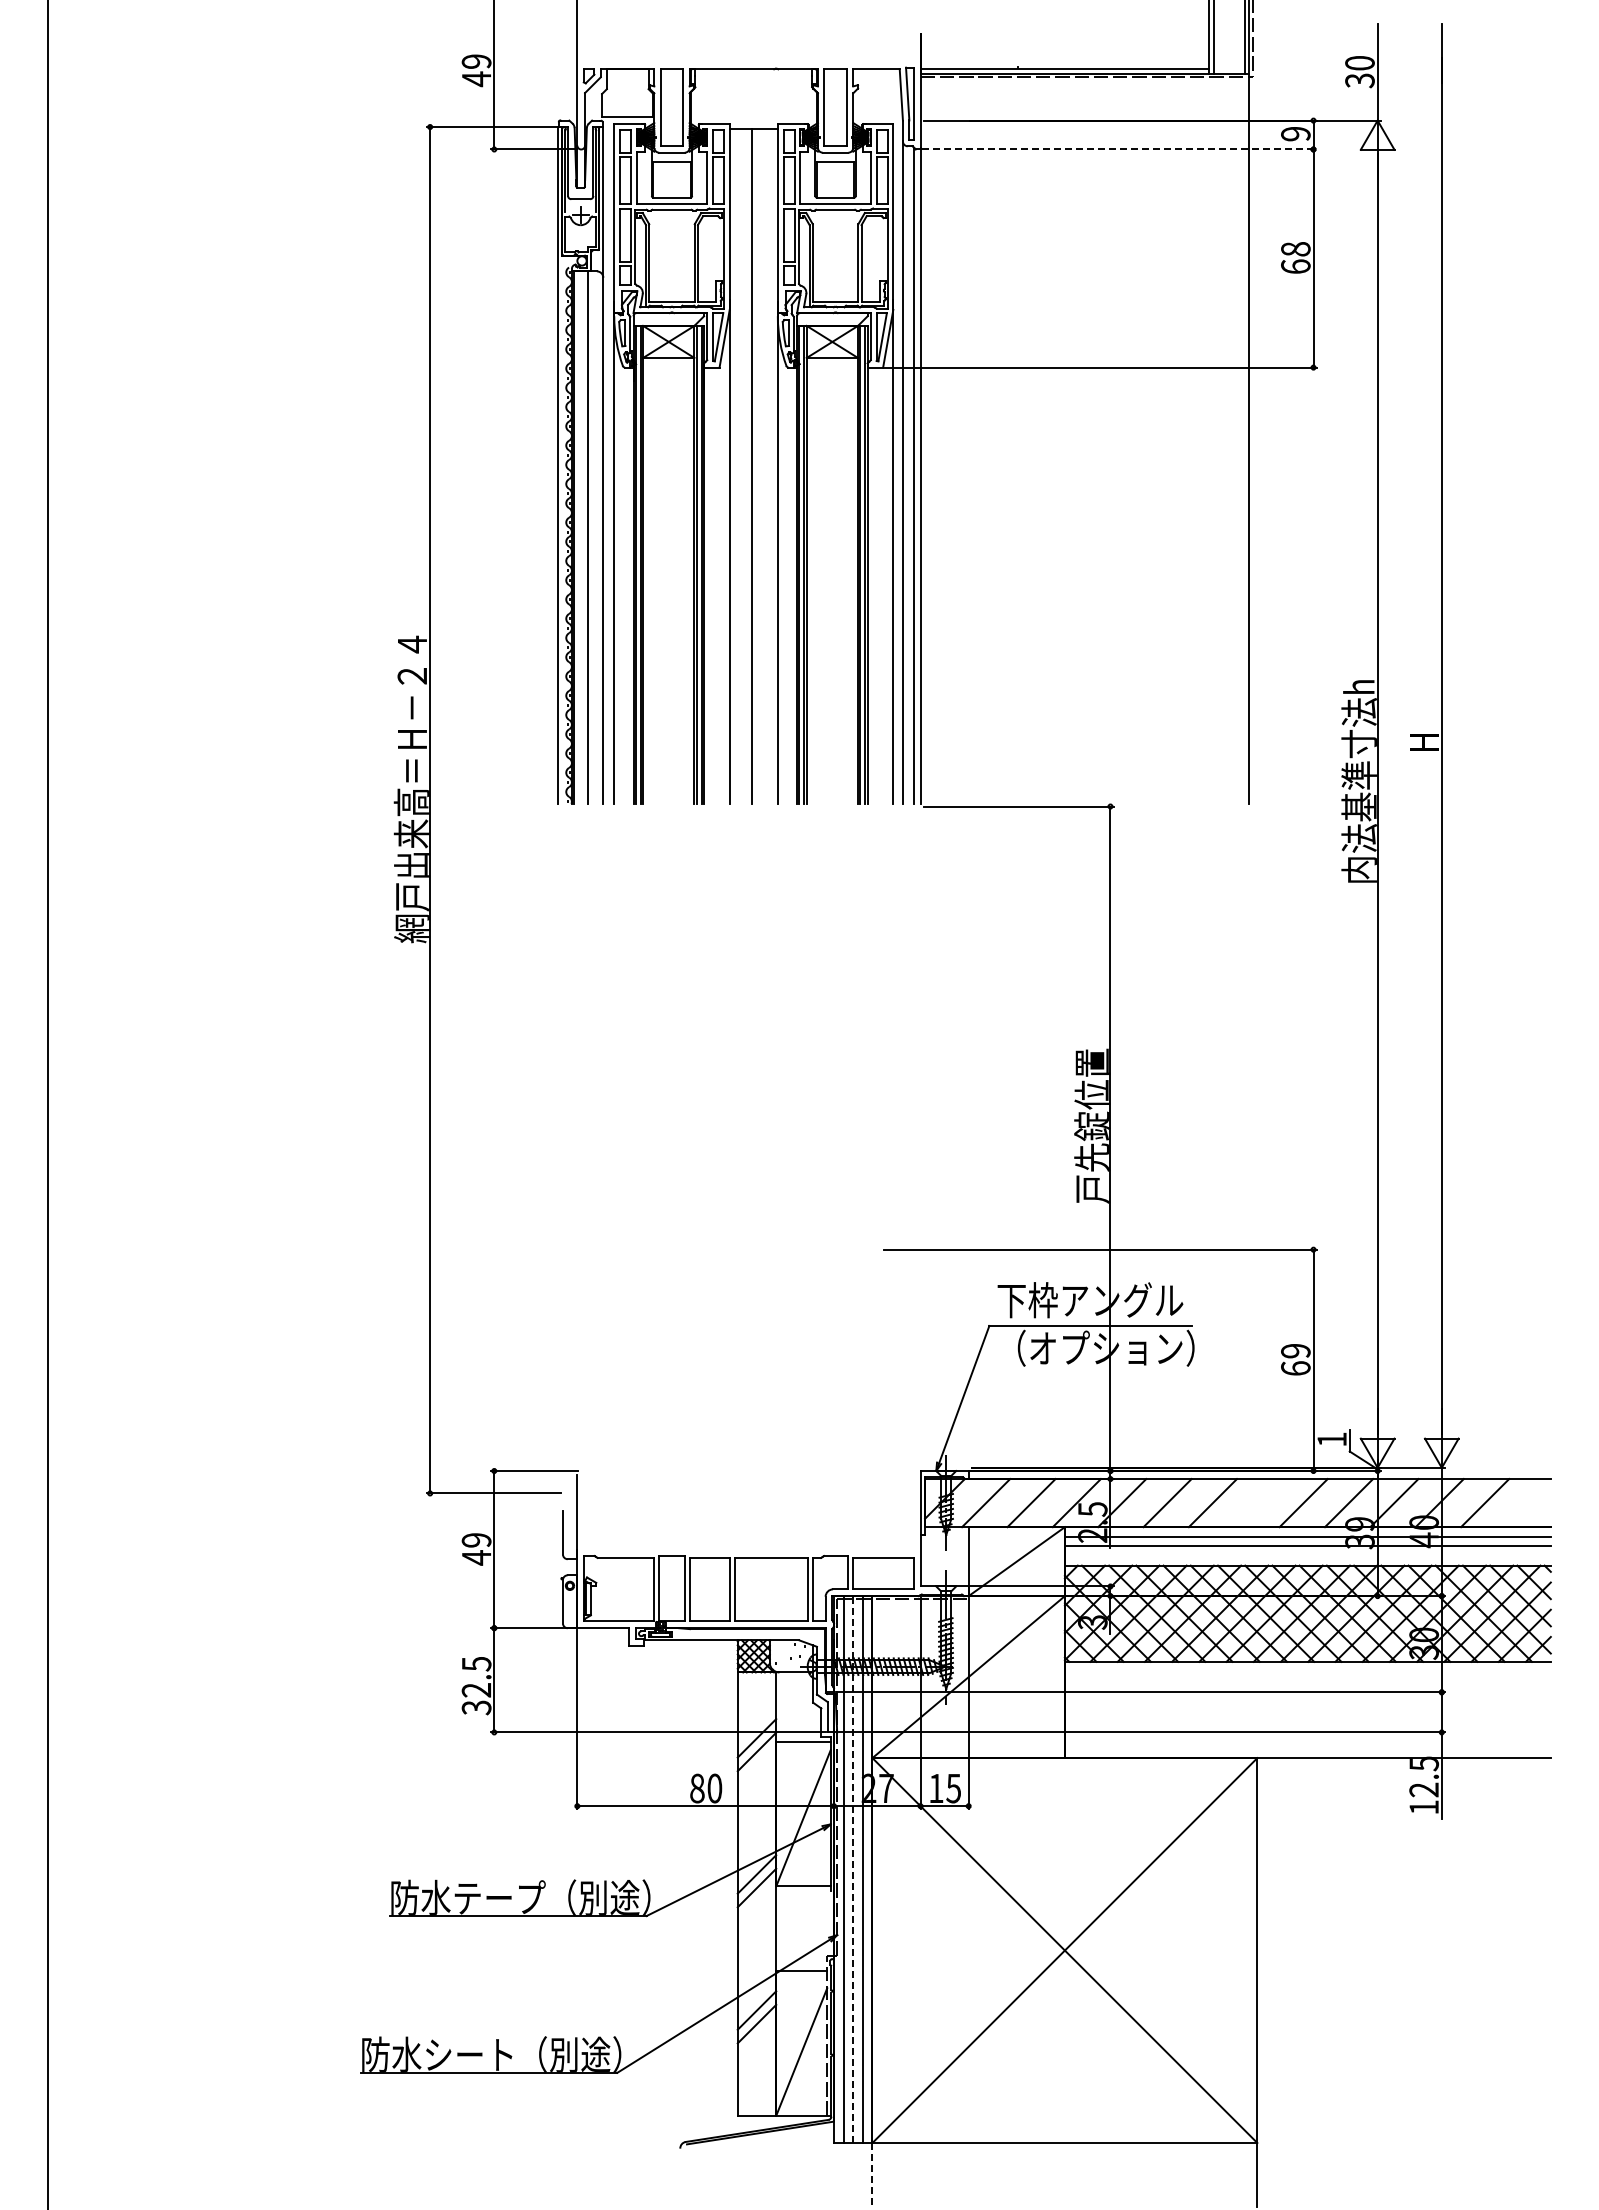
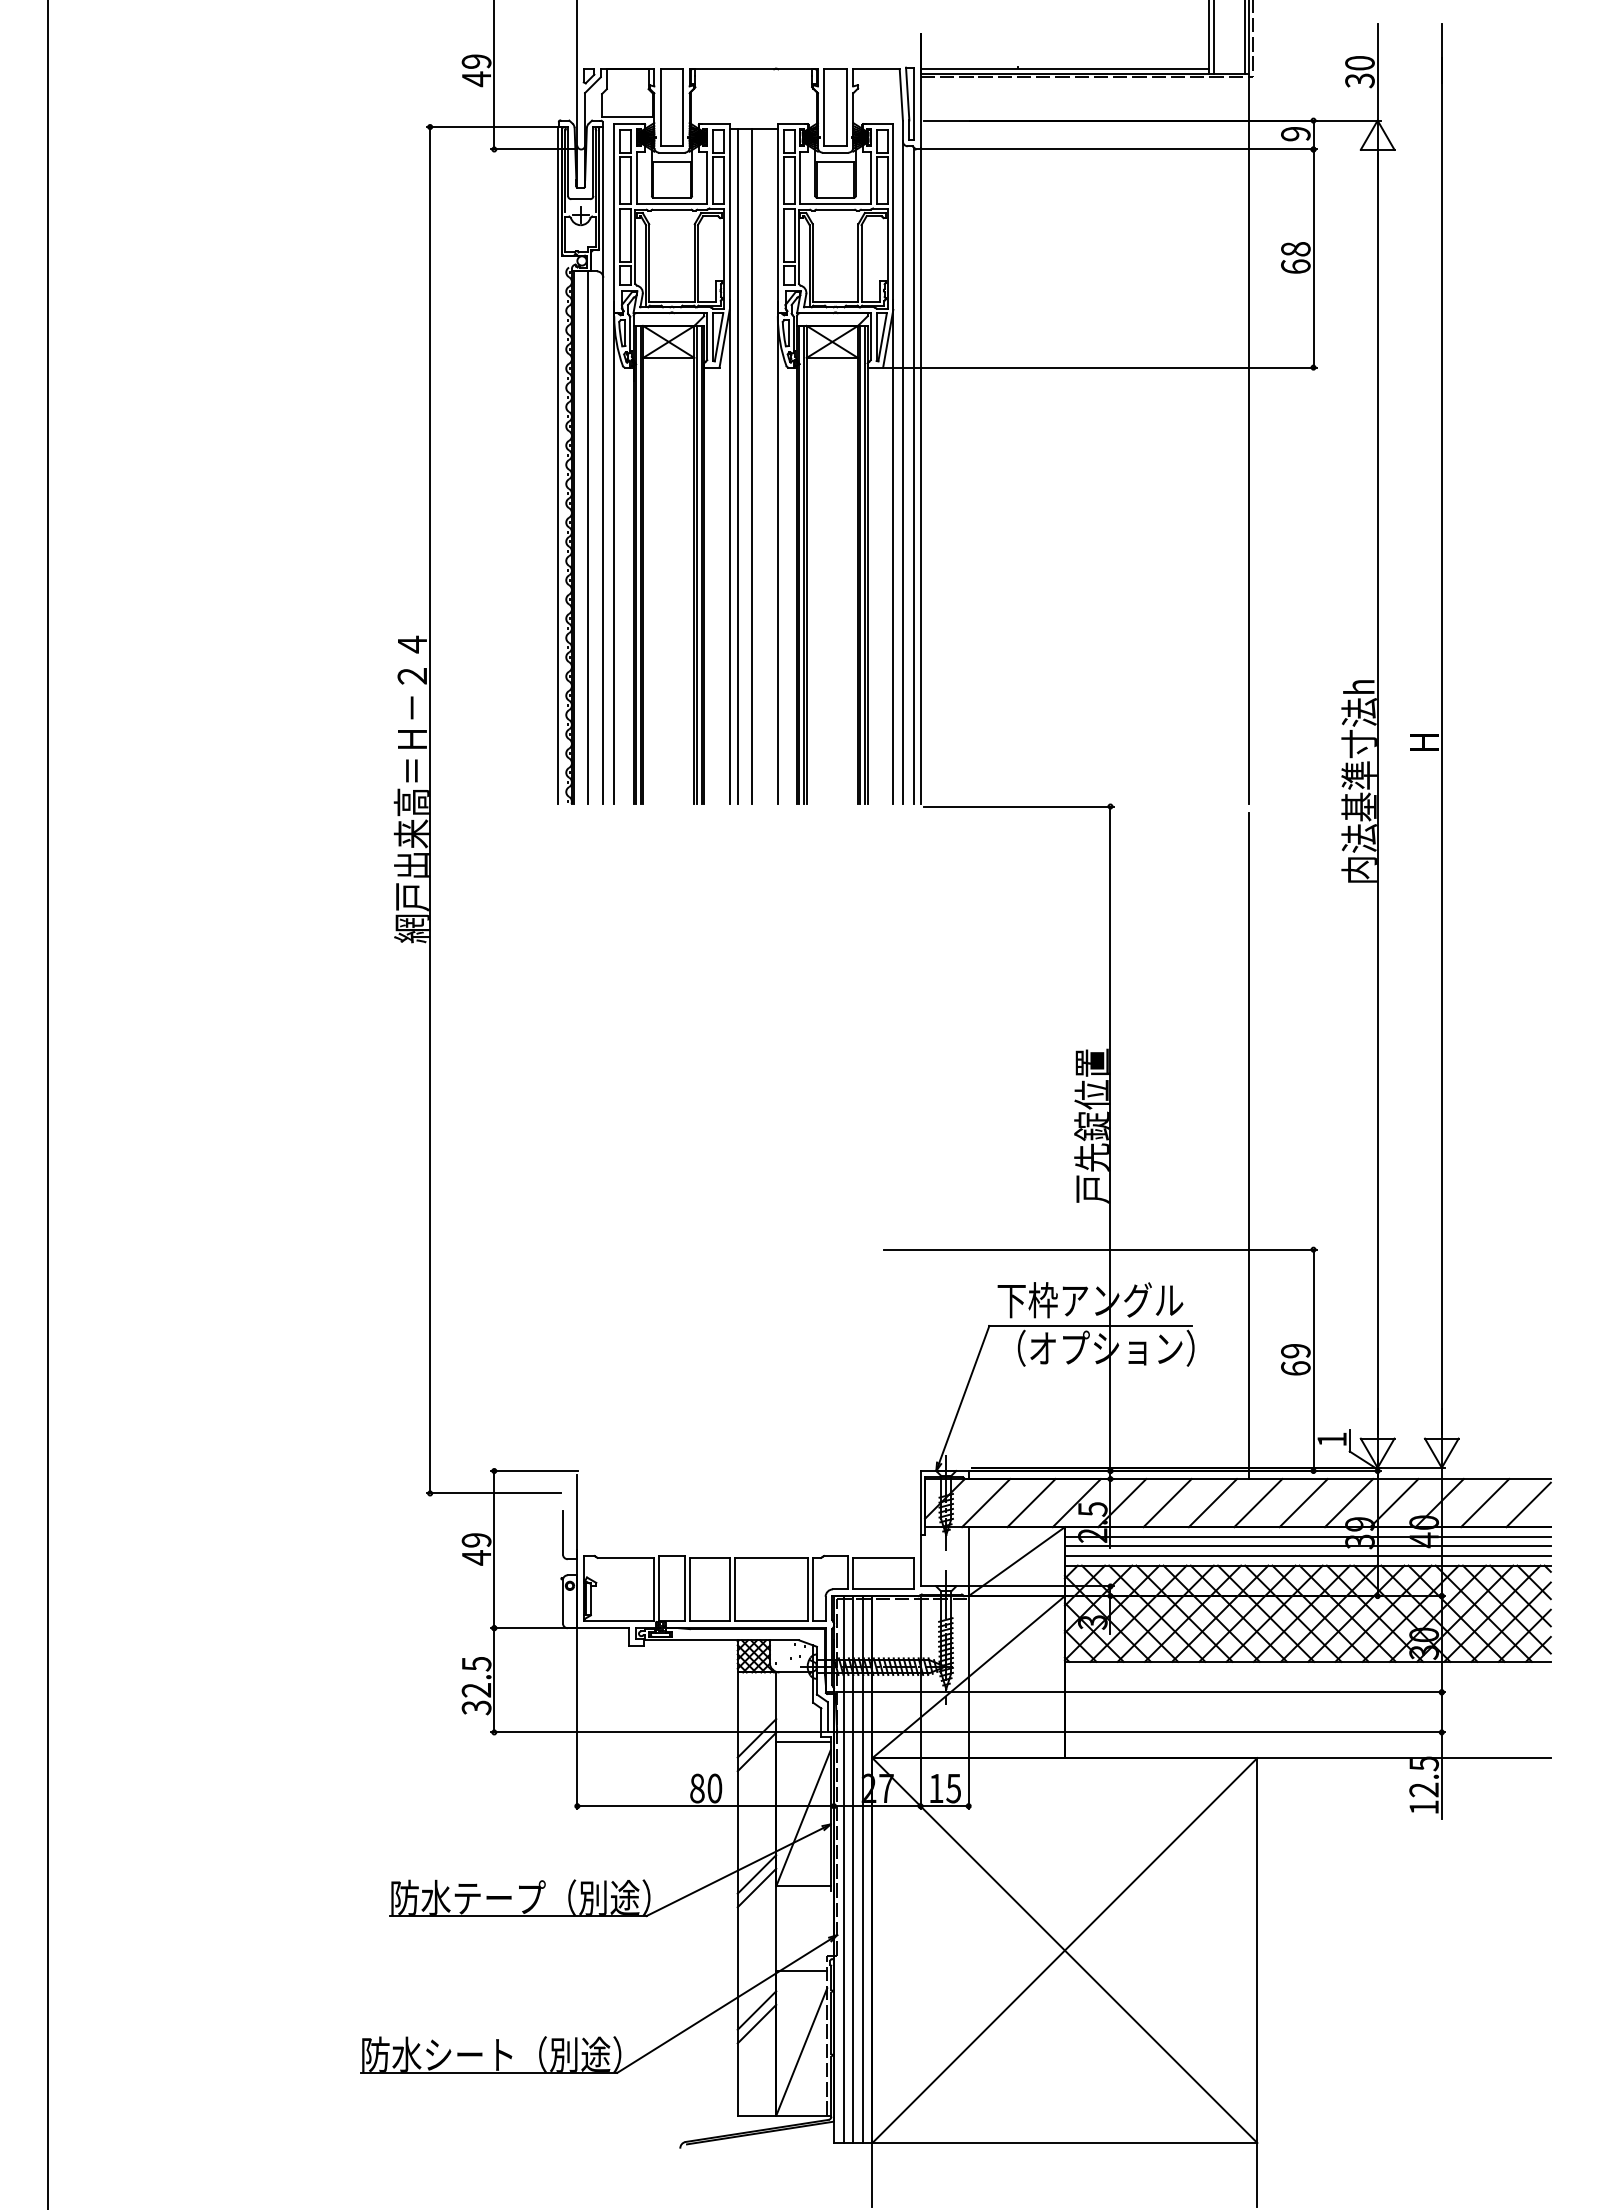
line at (1119, 149): dashed -> solid
line at (737, 466): none -> present
line at (1249, 1146): none -> present
line at (1258, 1503): none -> present
line at (1528, 1504): none -> present
line at (1307, 1556): none -> present
line at (853, 1869): dashed -> solid
line at (872, 2175): dashed -> solid
